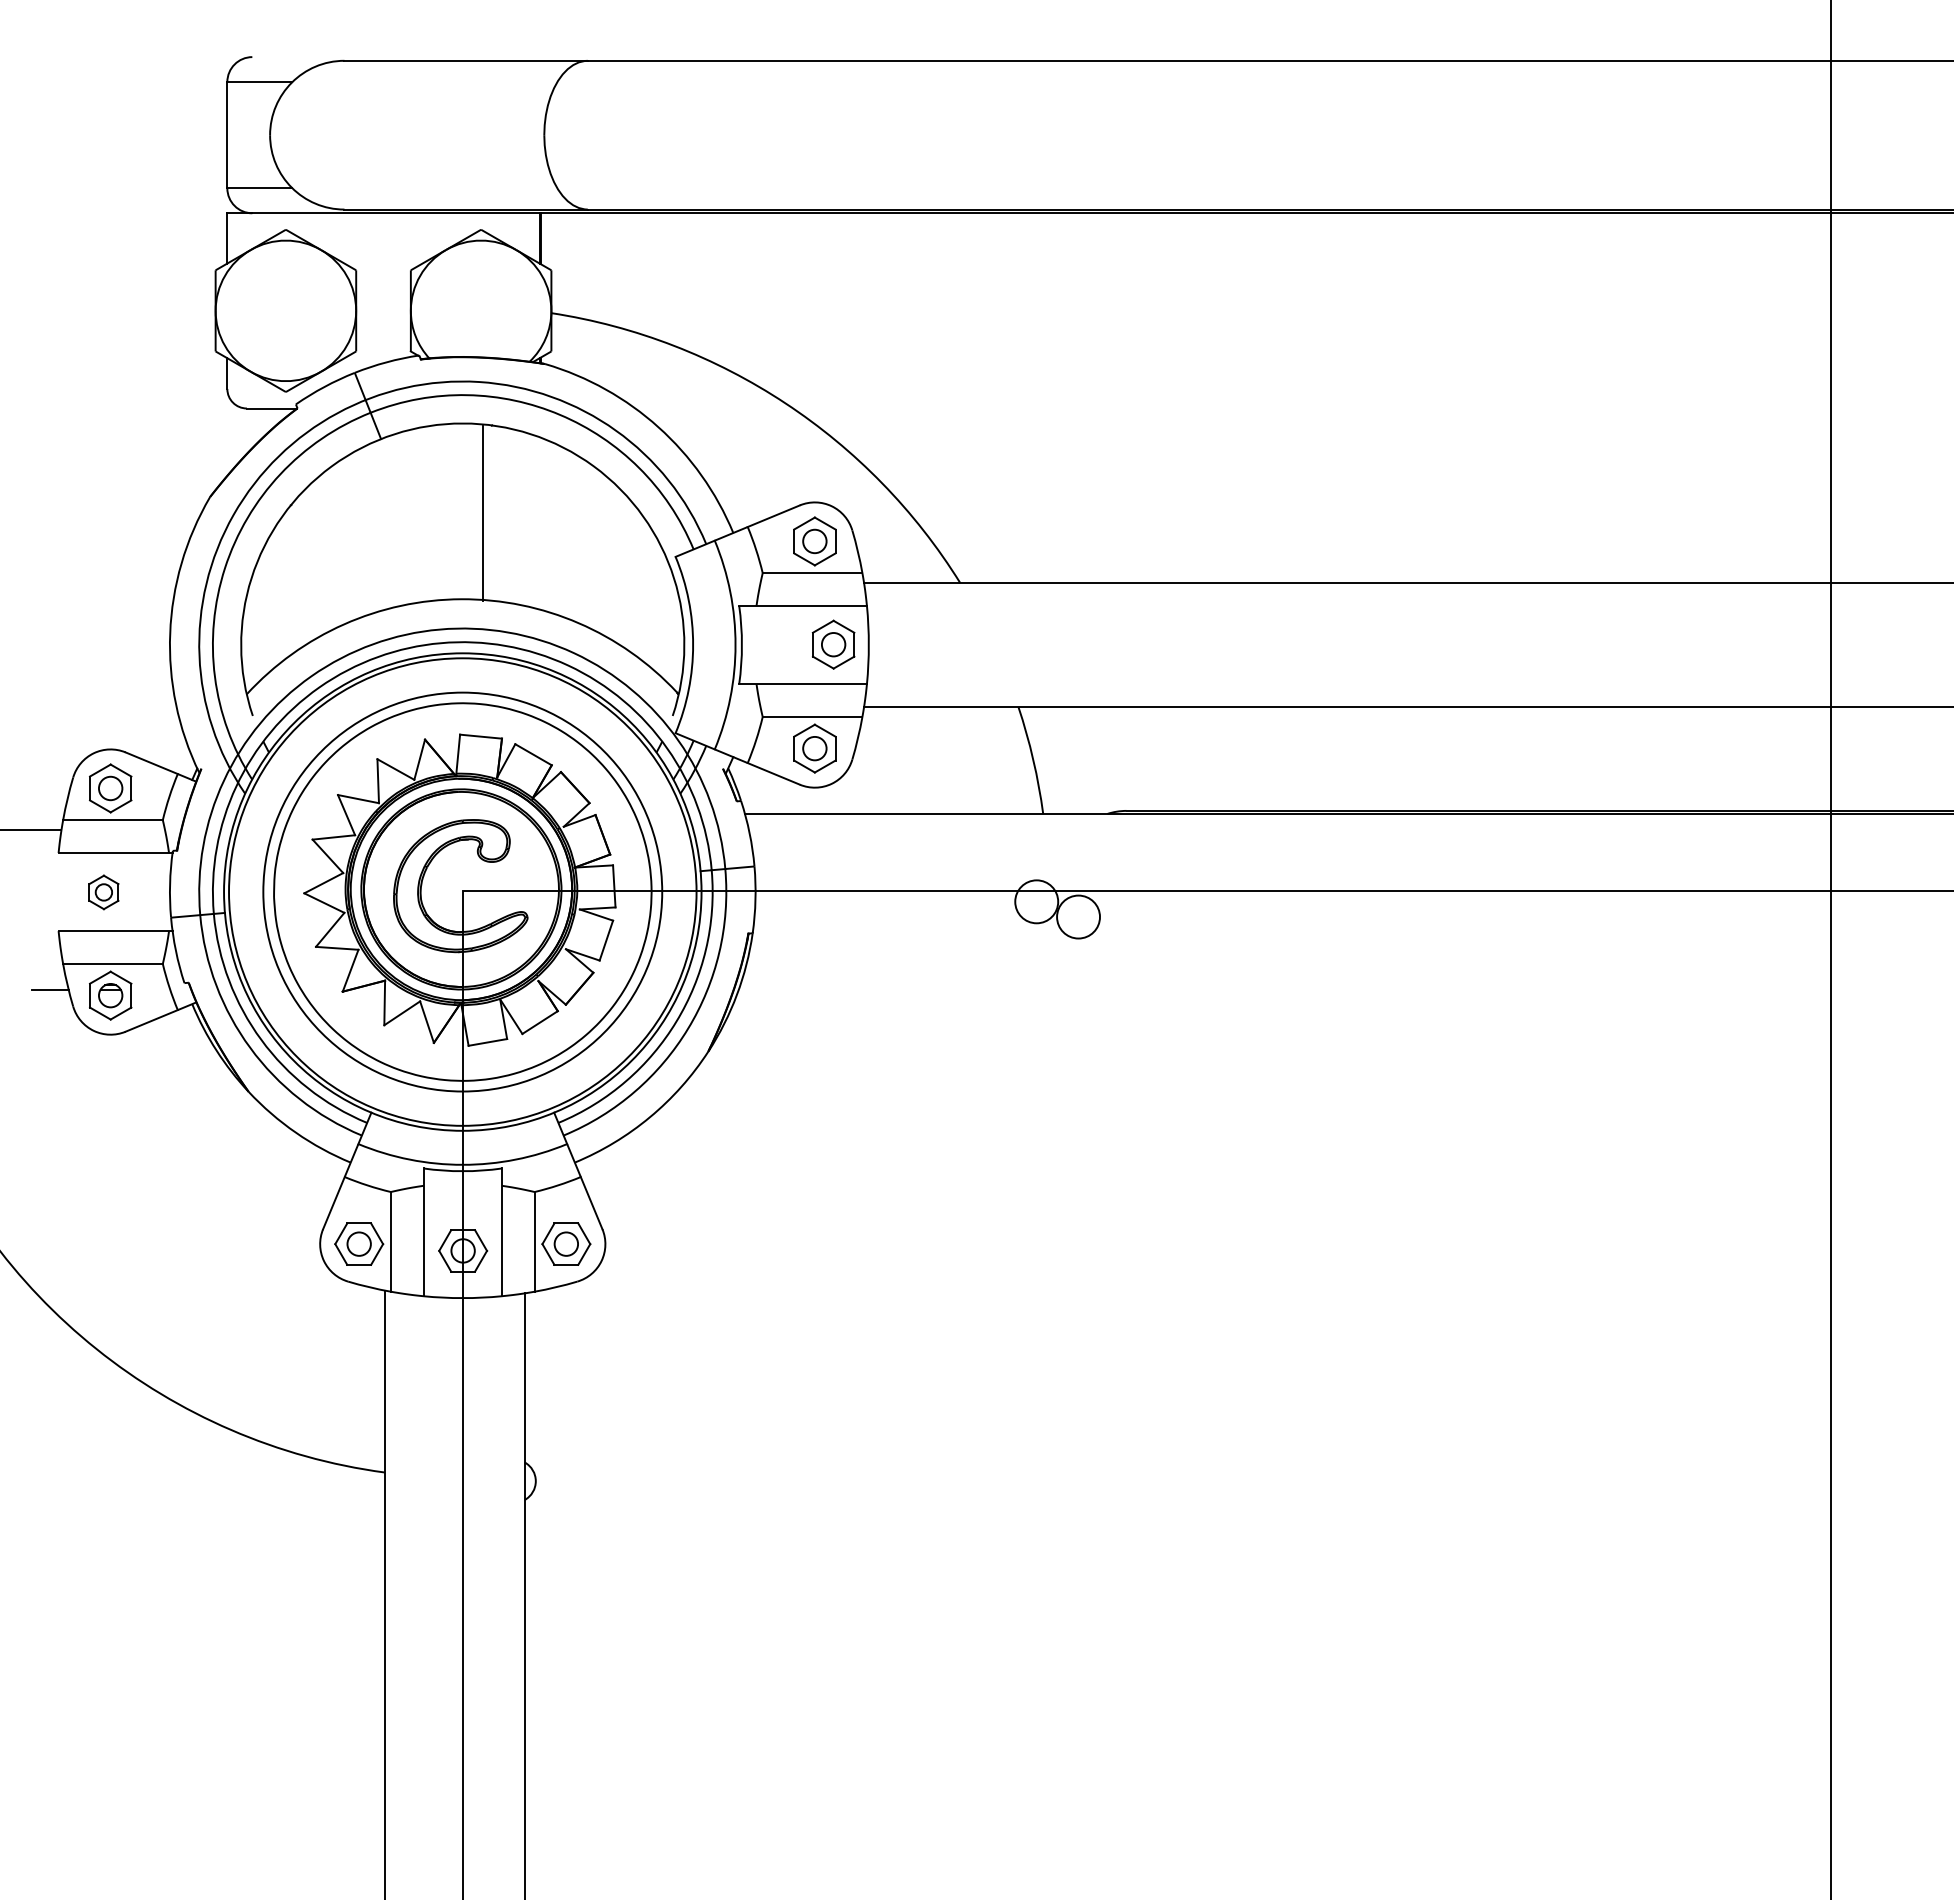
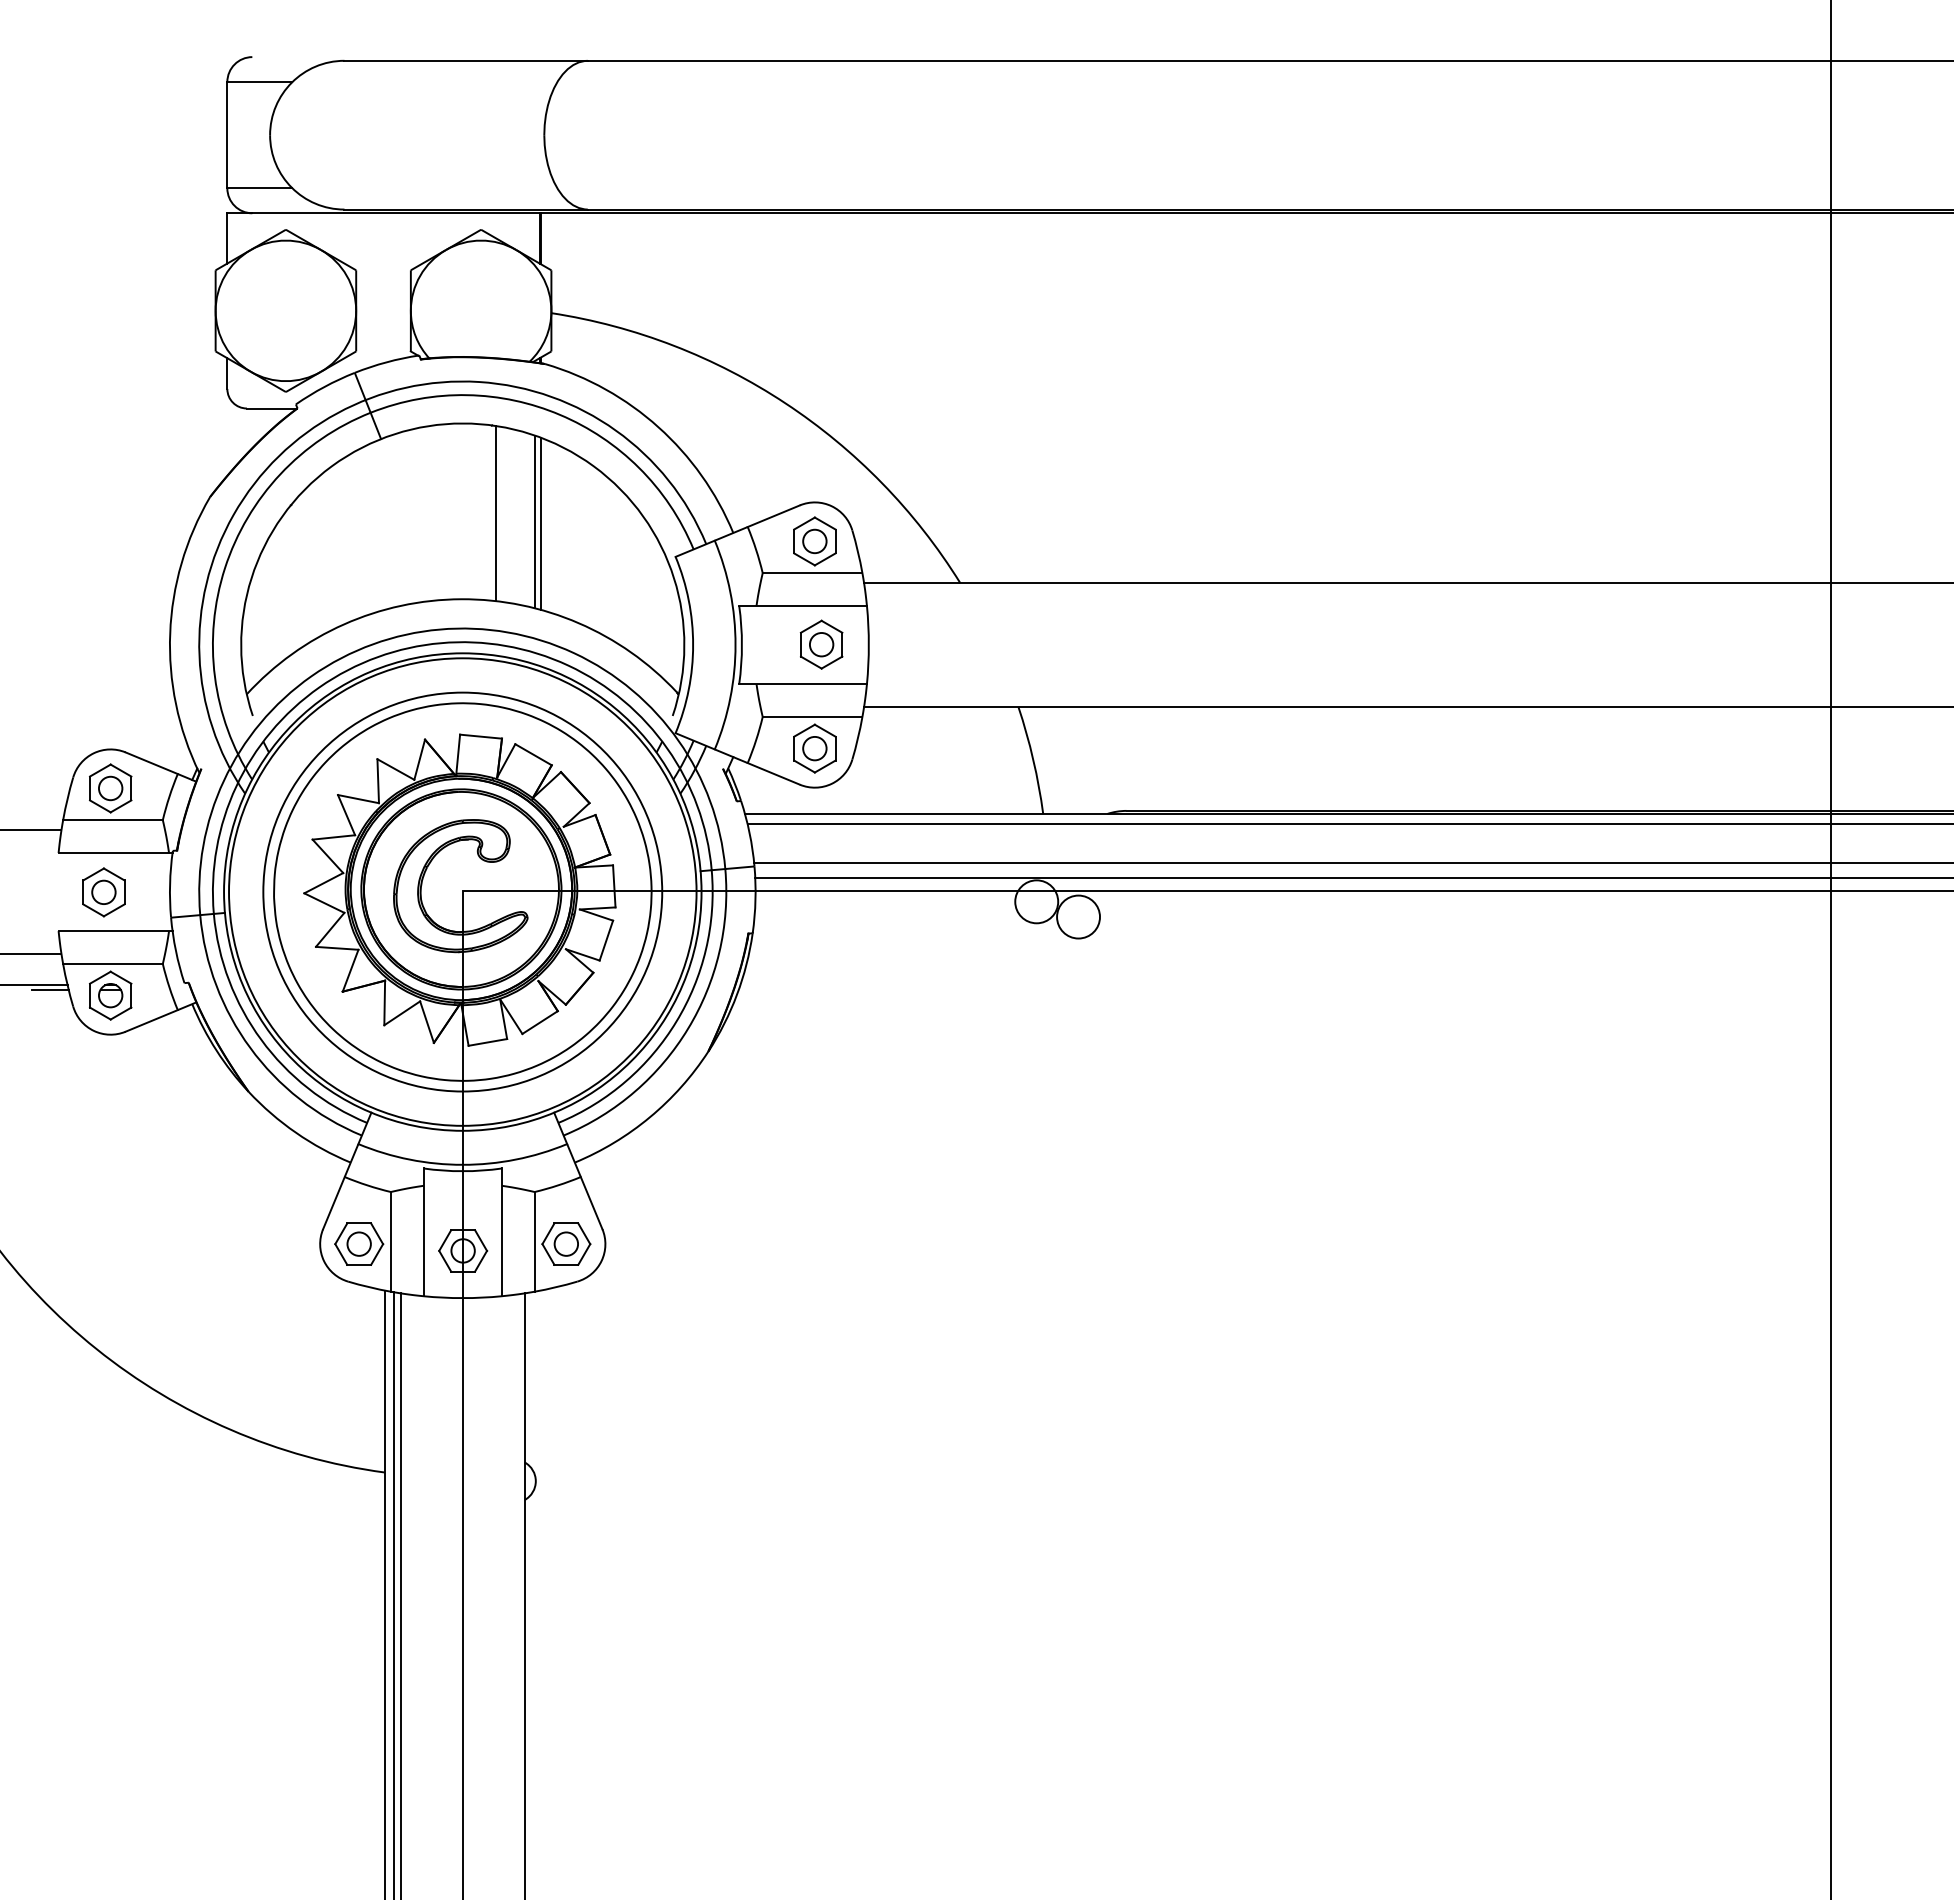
line at (482, 513) position: (482, 513) -> (495, 513)
line at (535, 521): none -> present
line at (540, 523): none -> present
part at (833, 644) position: (833, 644) -> (821, 644)
line at (1348, 823): none -> present
line at (1352, 862): none -> present
line at (1352, 878): none -> present
part at (103, 892) size: 32x37 px -> 44x51 px
line at (31, 954): none -> present
line at (34, 985): none -> present
line at (394, 1594): none -> present
line at (400, 1594): none -> present
